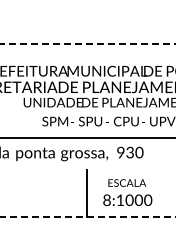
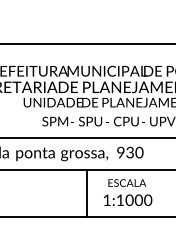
line at (88, 43): dashed -> solid
line at (87, 169): none -> present
text at (106, 200): 8:1000 -> 1:1000
line at (87, 217): dashed -> solid
